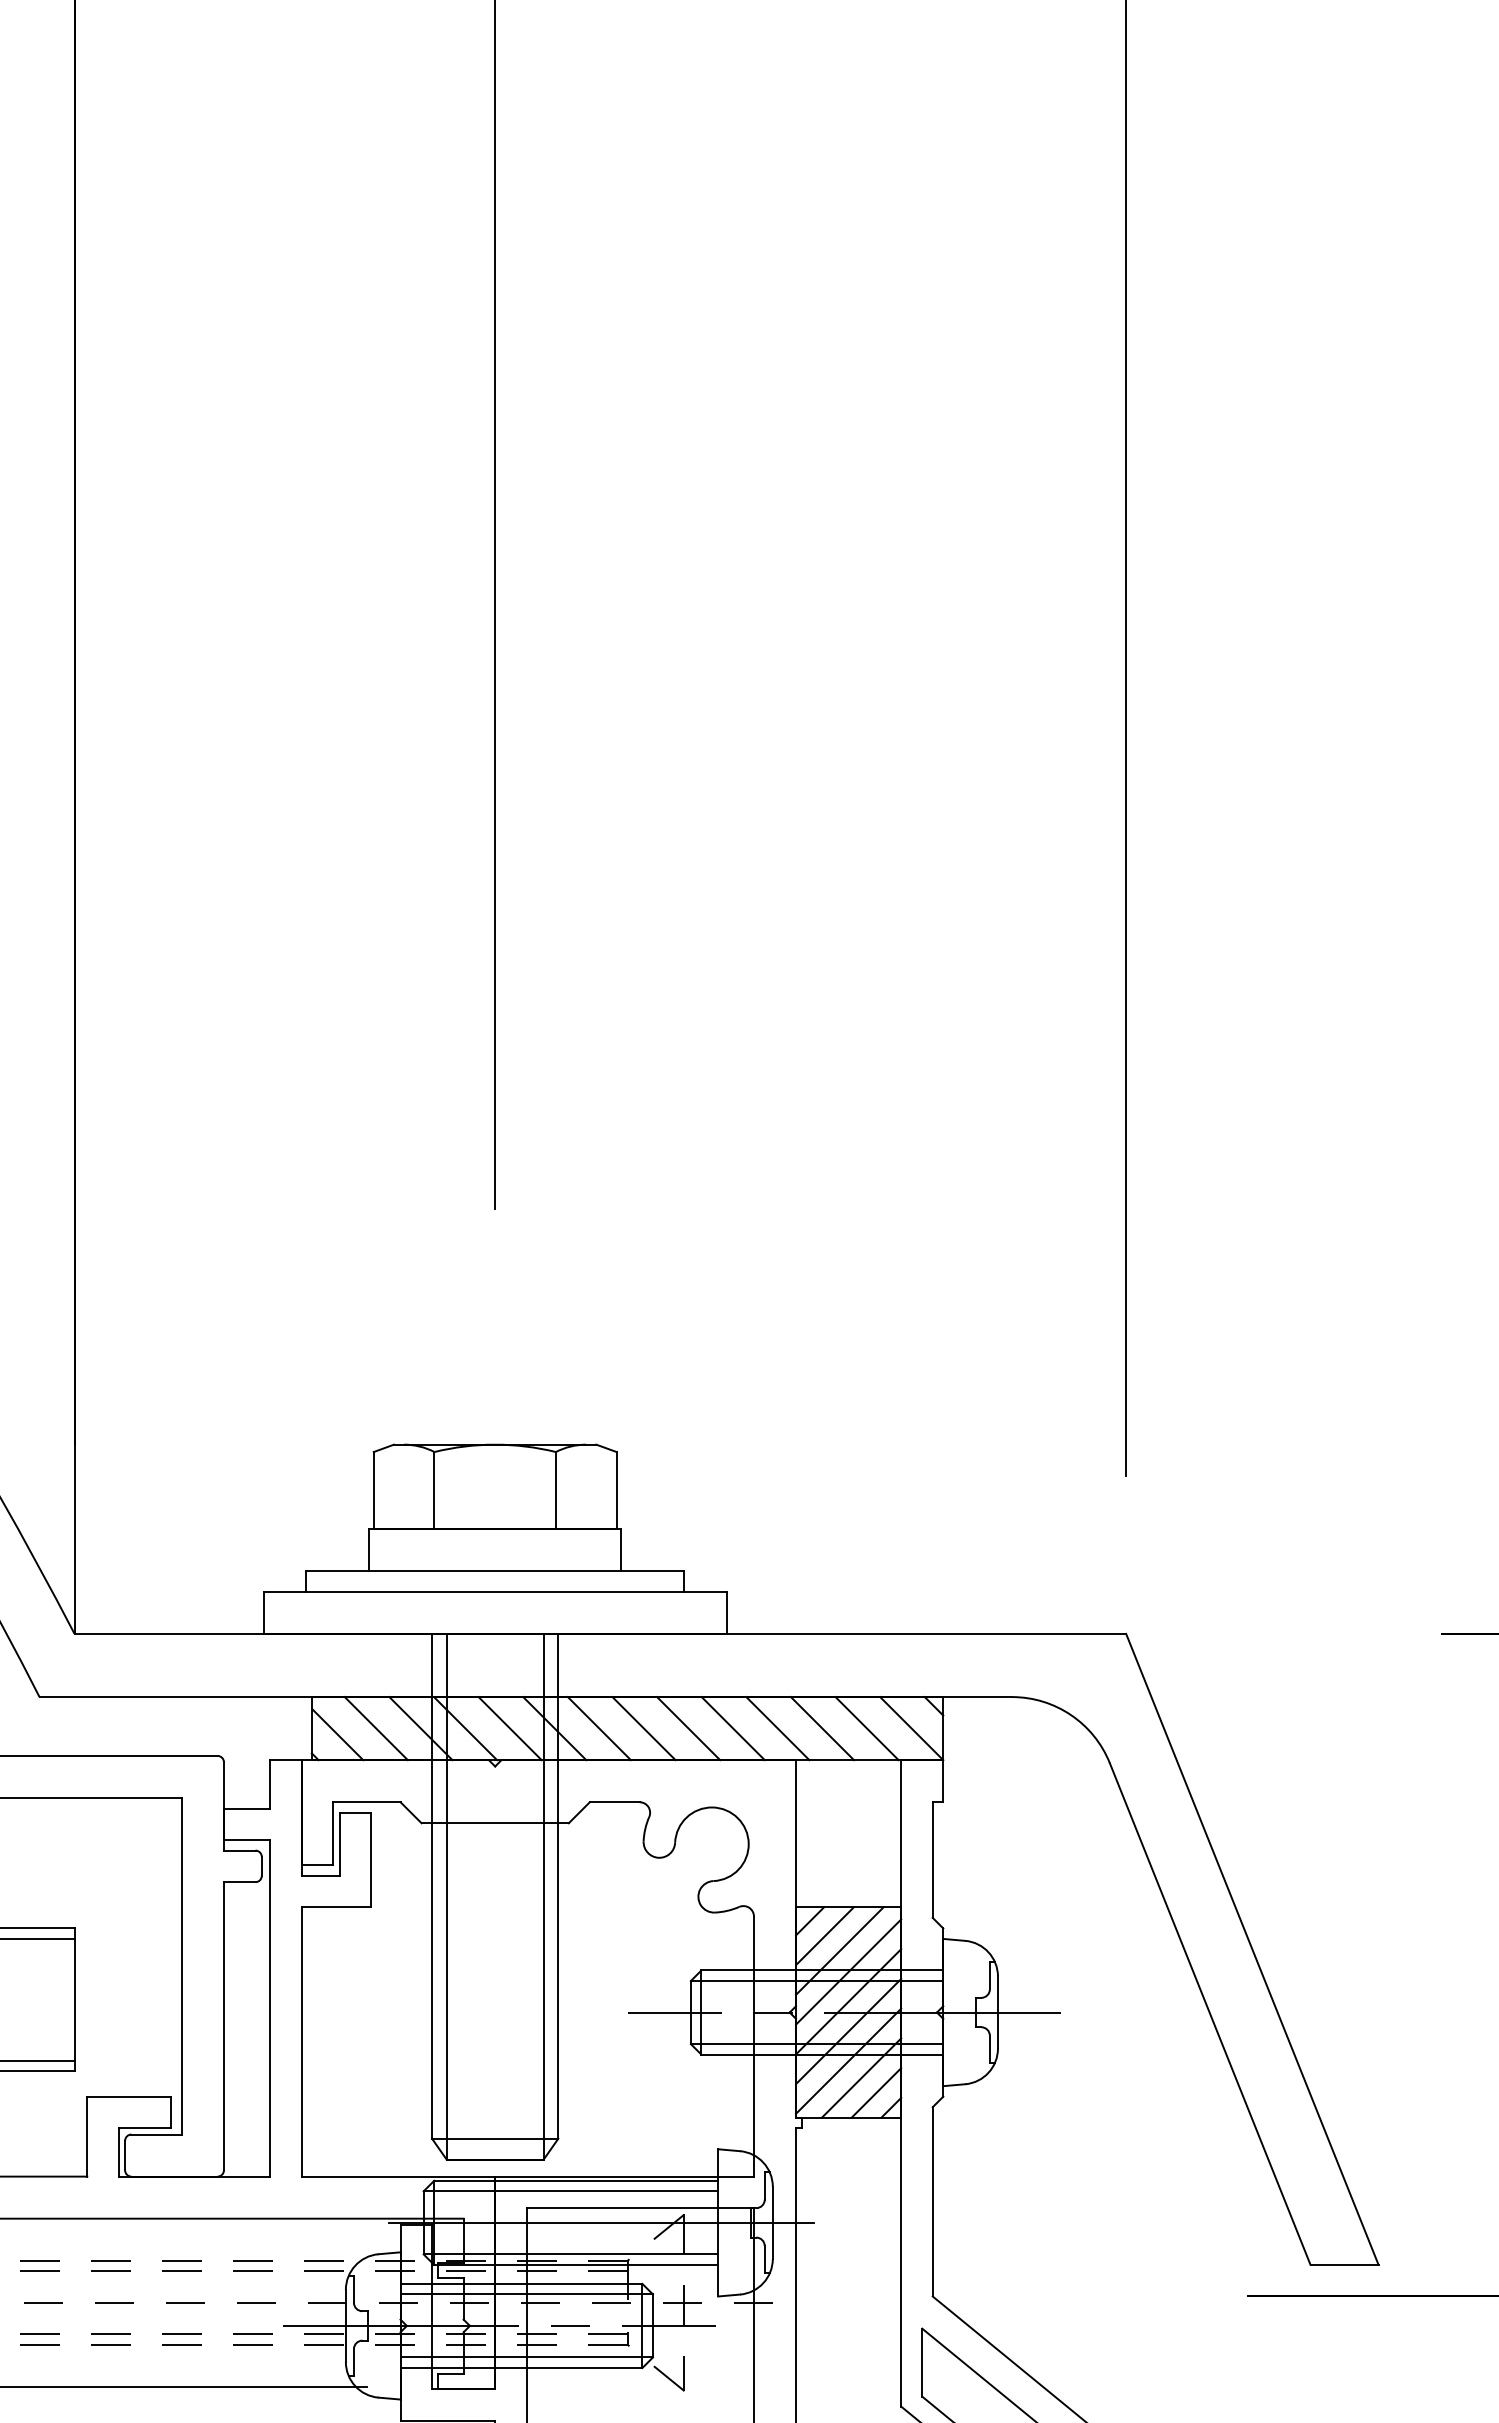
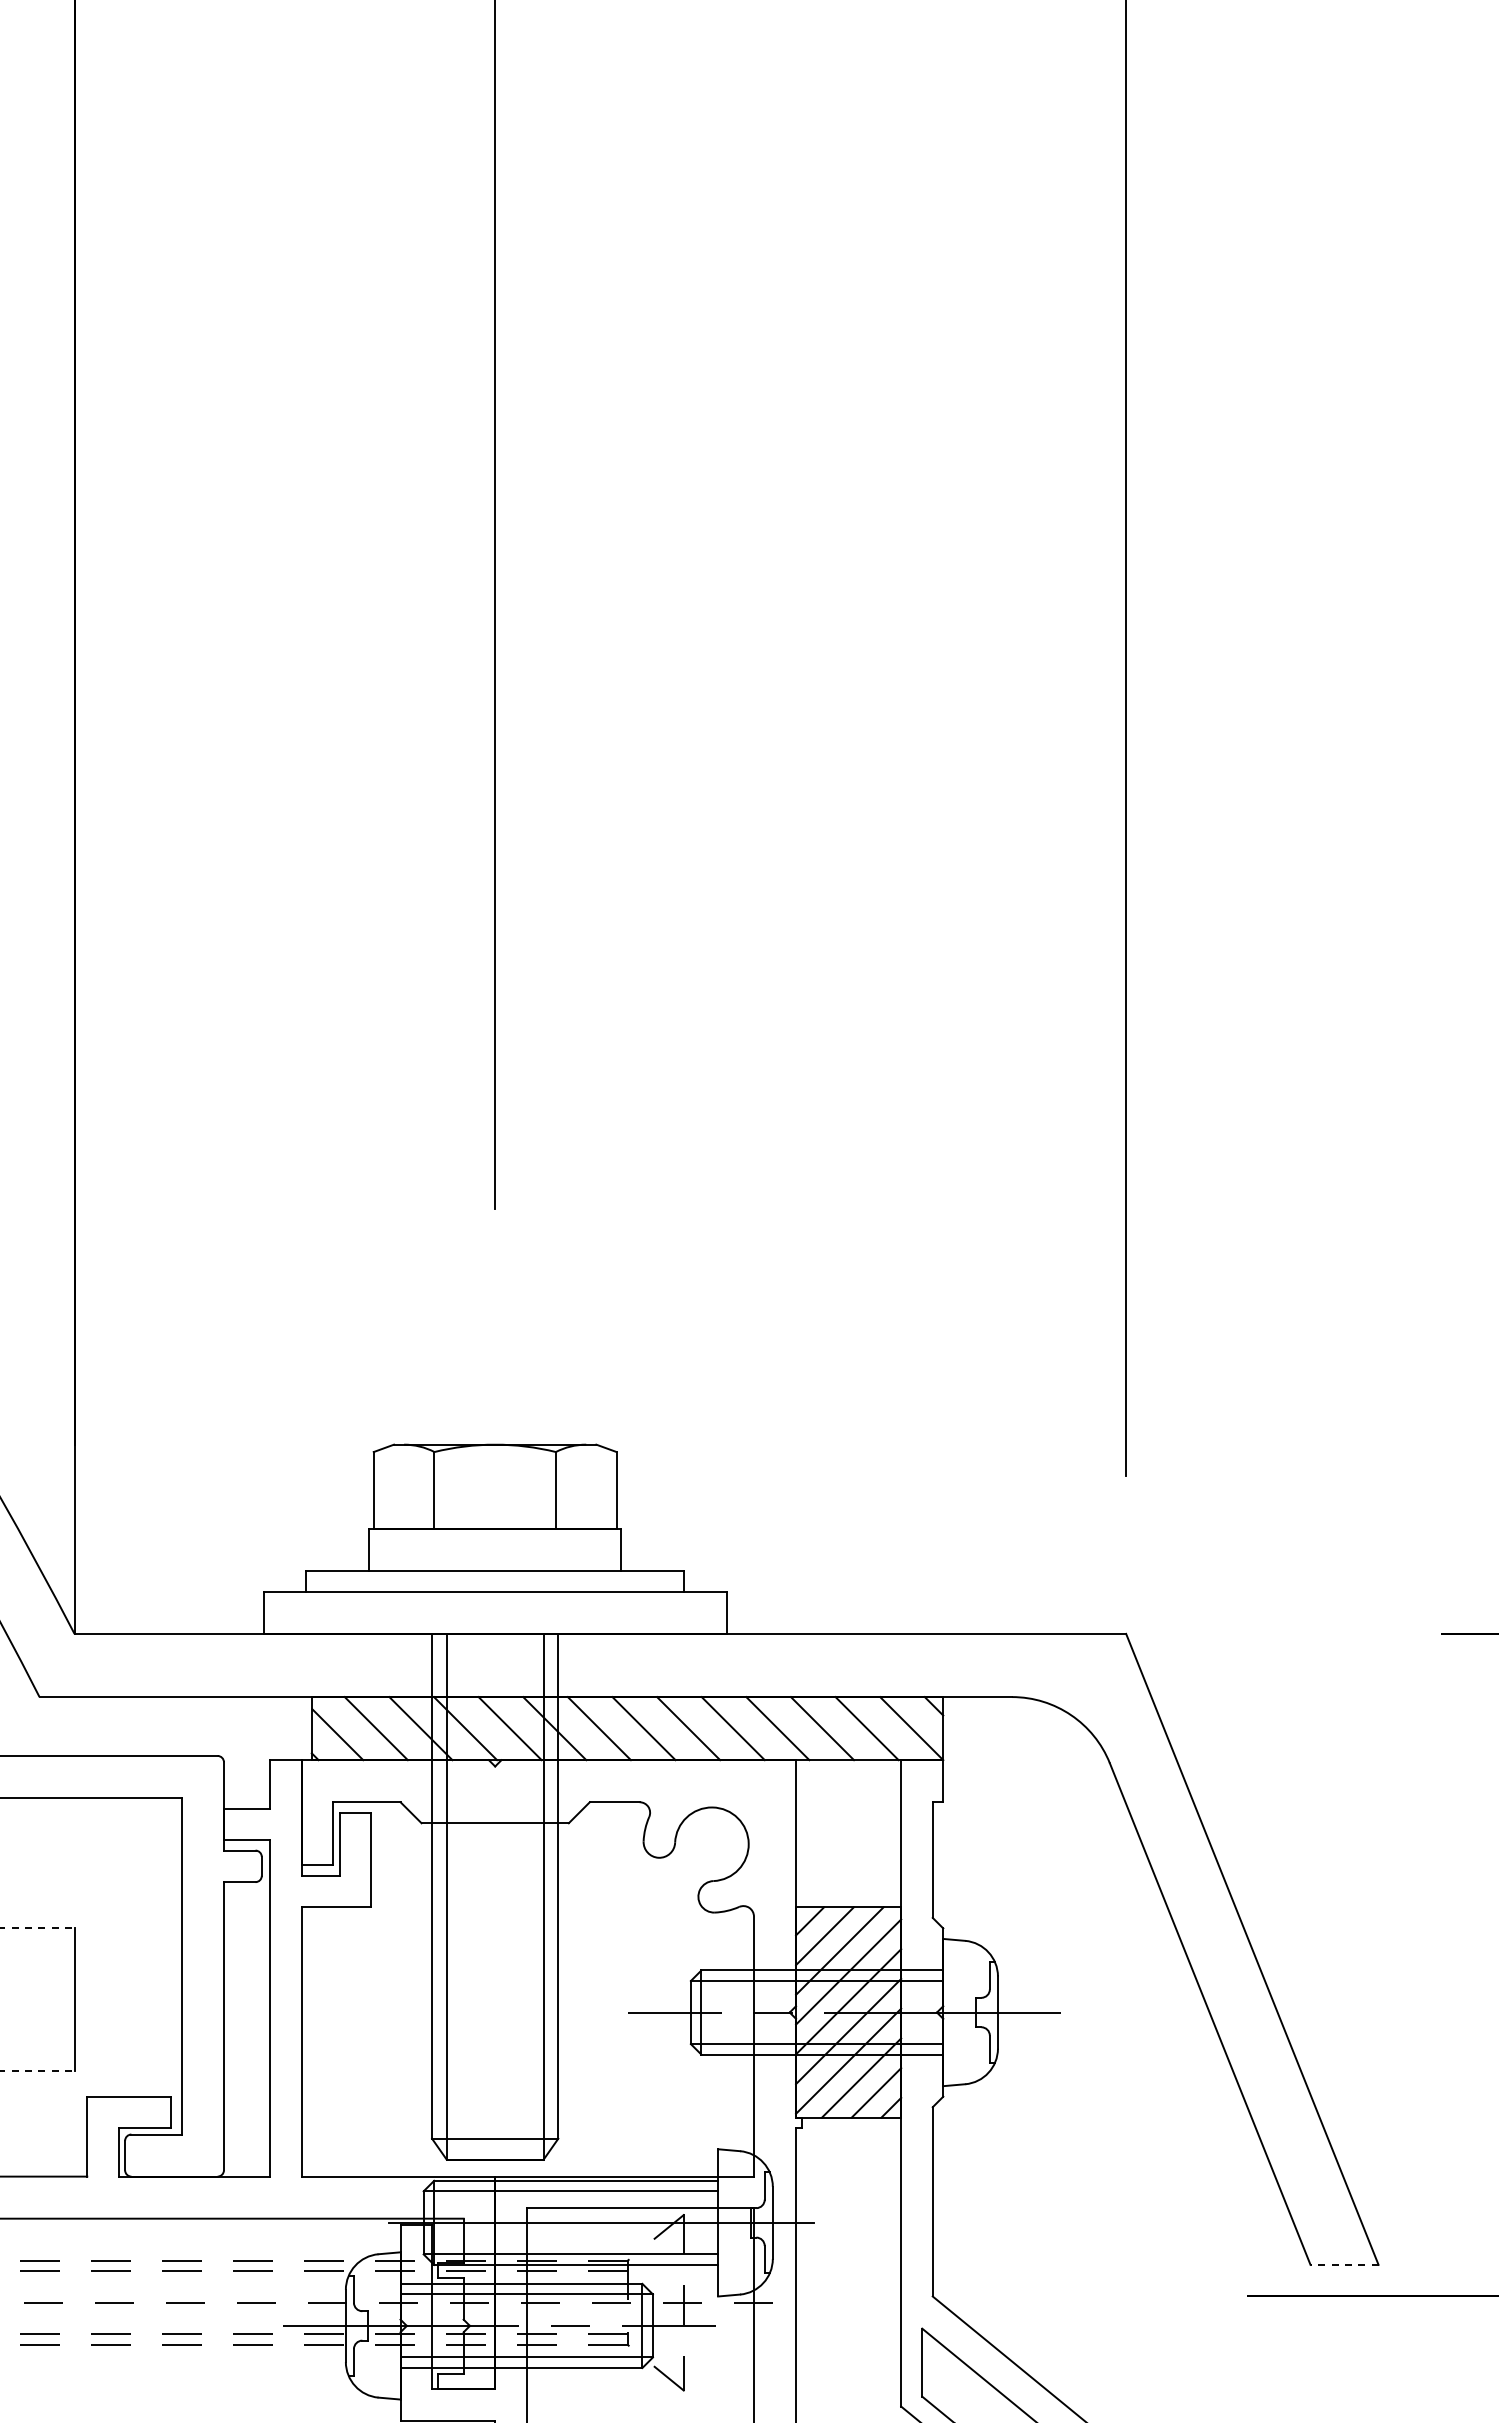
line at (37, 1928): solid -> dashed
line at (38, 1938): present -> none
line at (38, 2060): present -> none
line at (37, 2071): solid -> dashed
line at (1344, 2264): solid -> dashed
line at (184, 2386): present -> none
